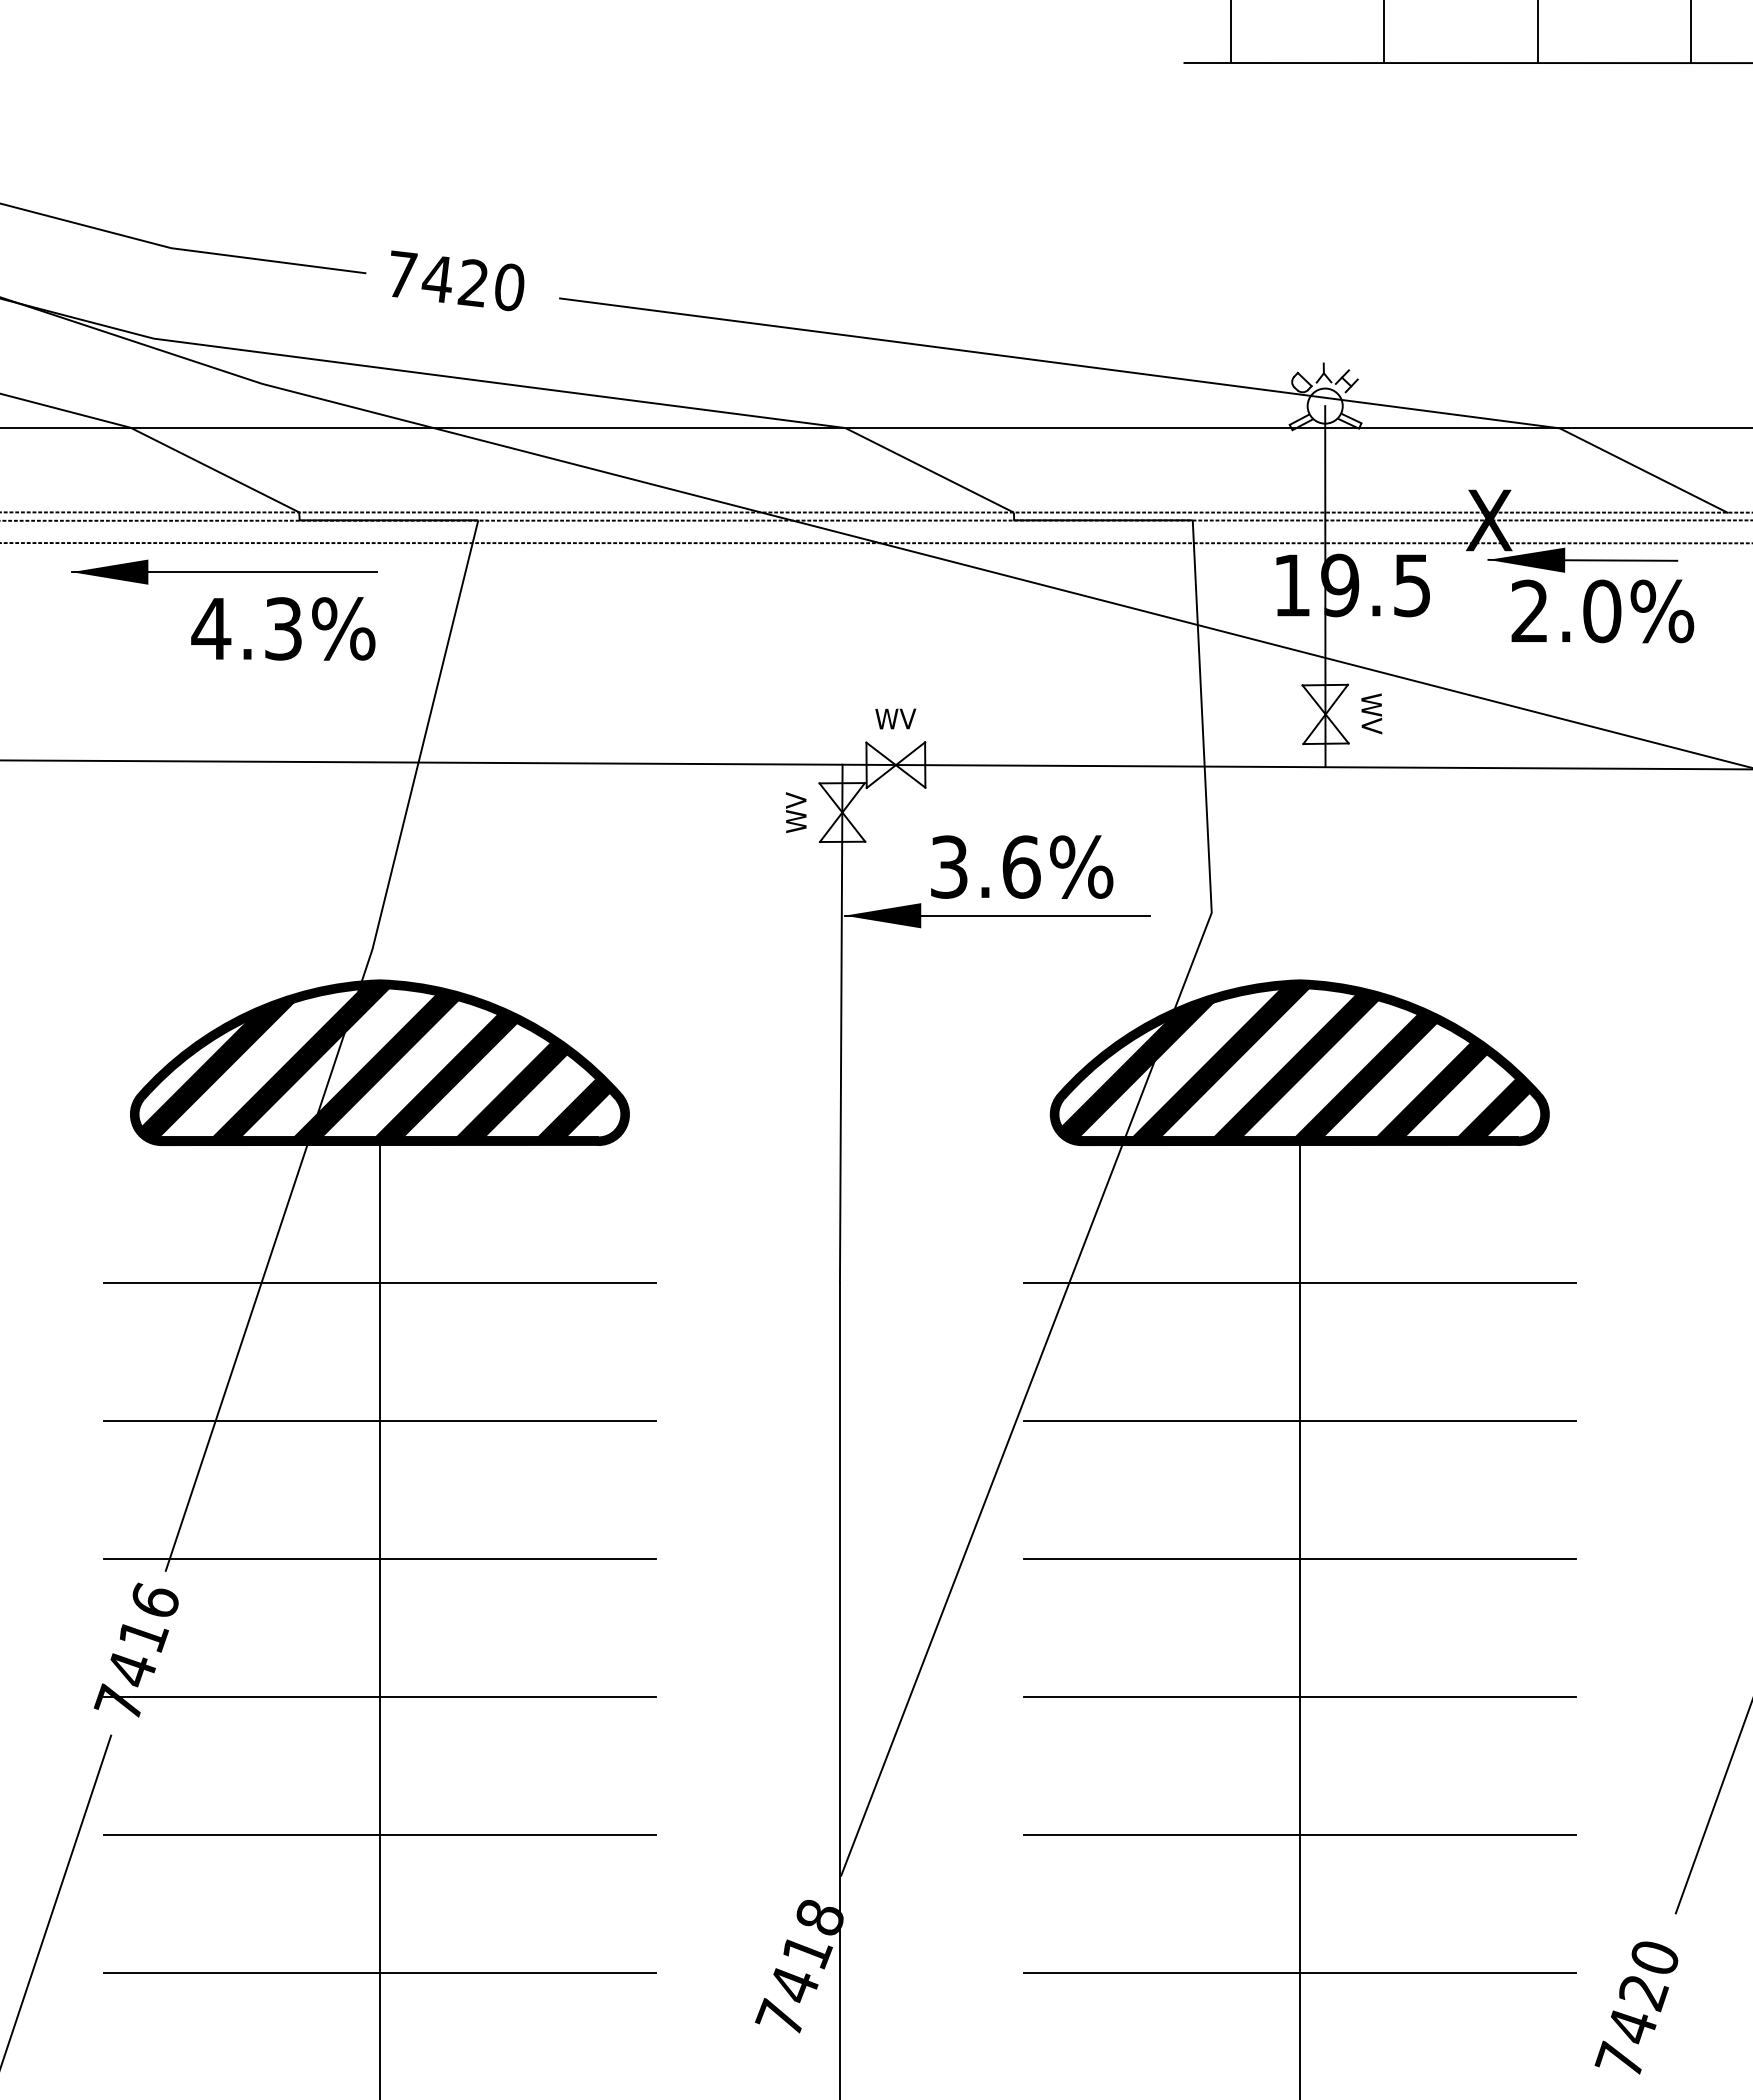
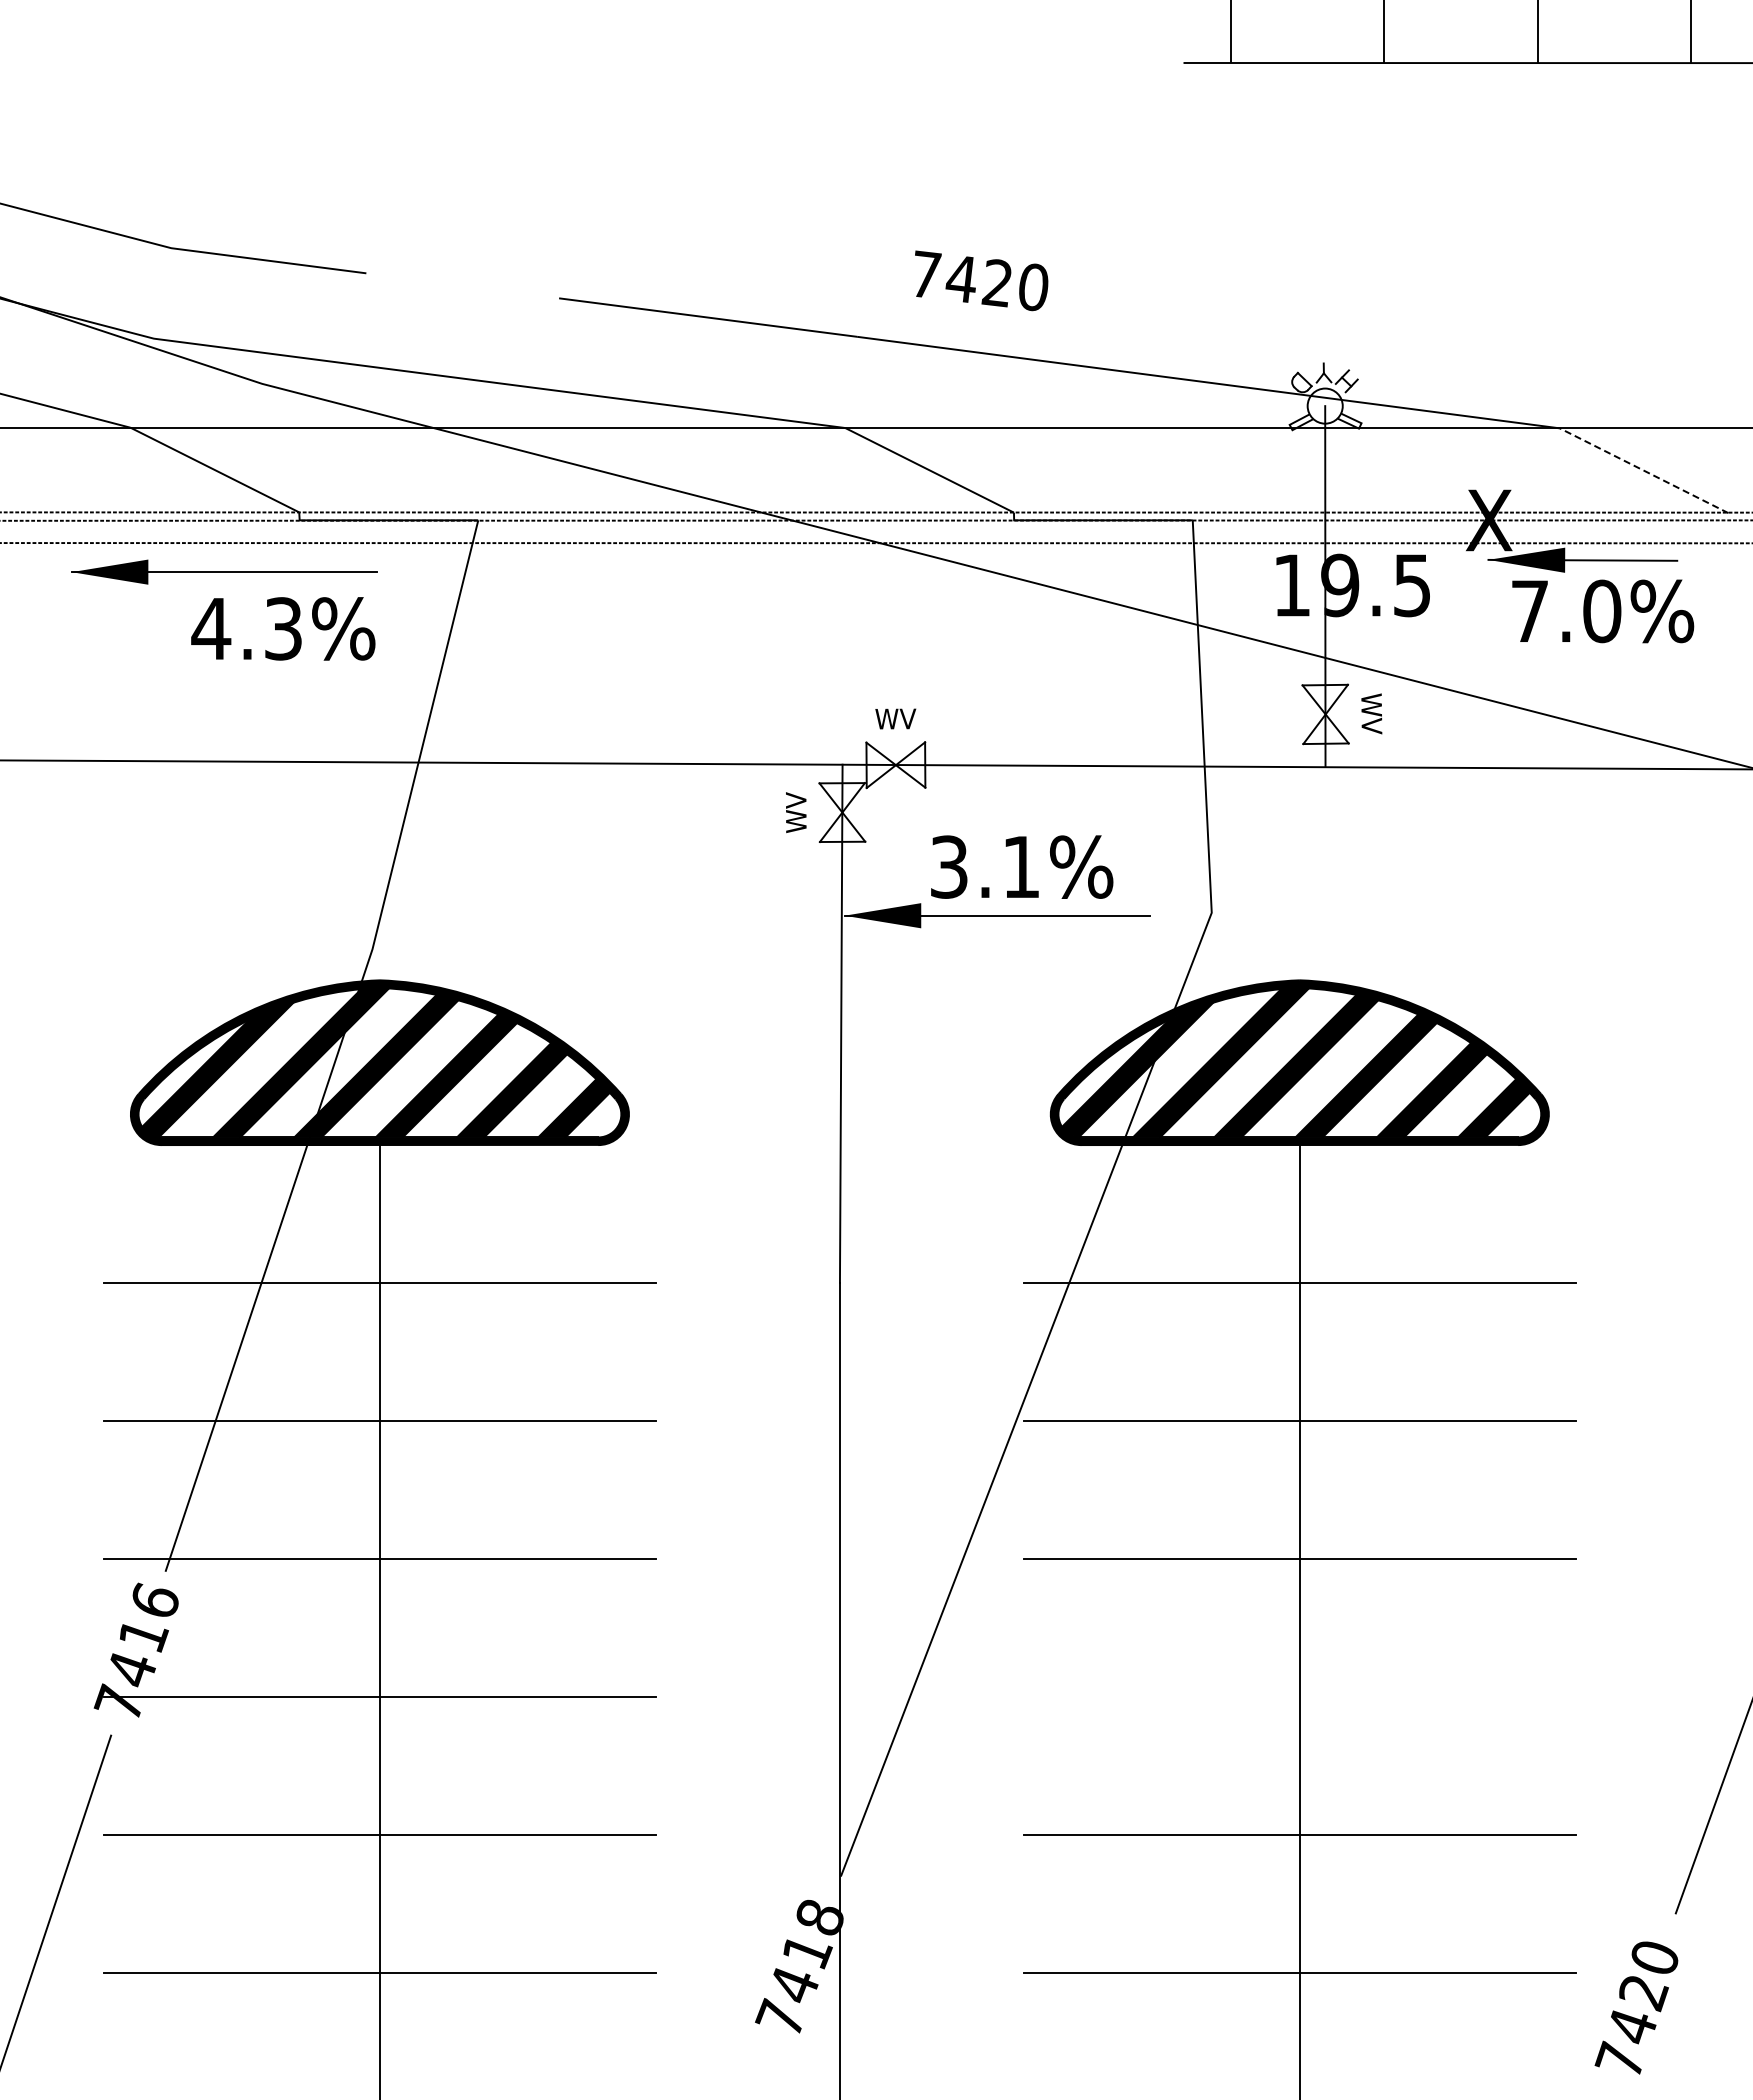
text at (457, 280) position: (457, 280) -> (981, 280)
line at (1643, 470): solid -> dashed
text at (1529, 610): 2.0%%% -> 7.0%%%
text at (1021, 866): 3.6%%% -> 3.1%%%
line at (1299, 1696): present -> none
